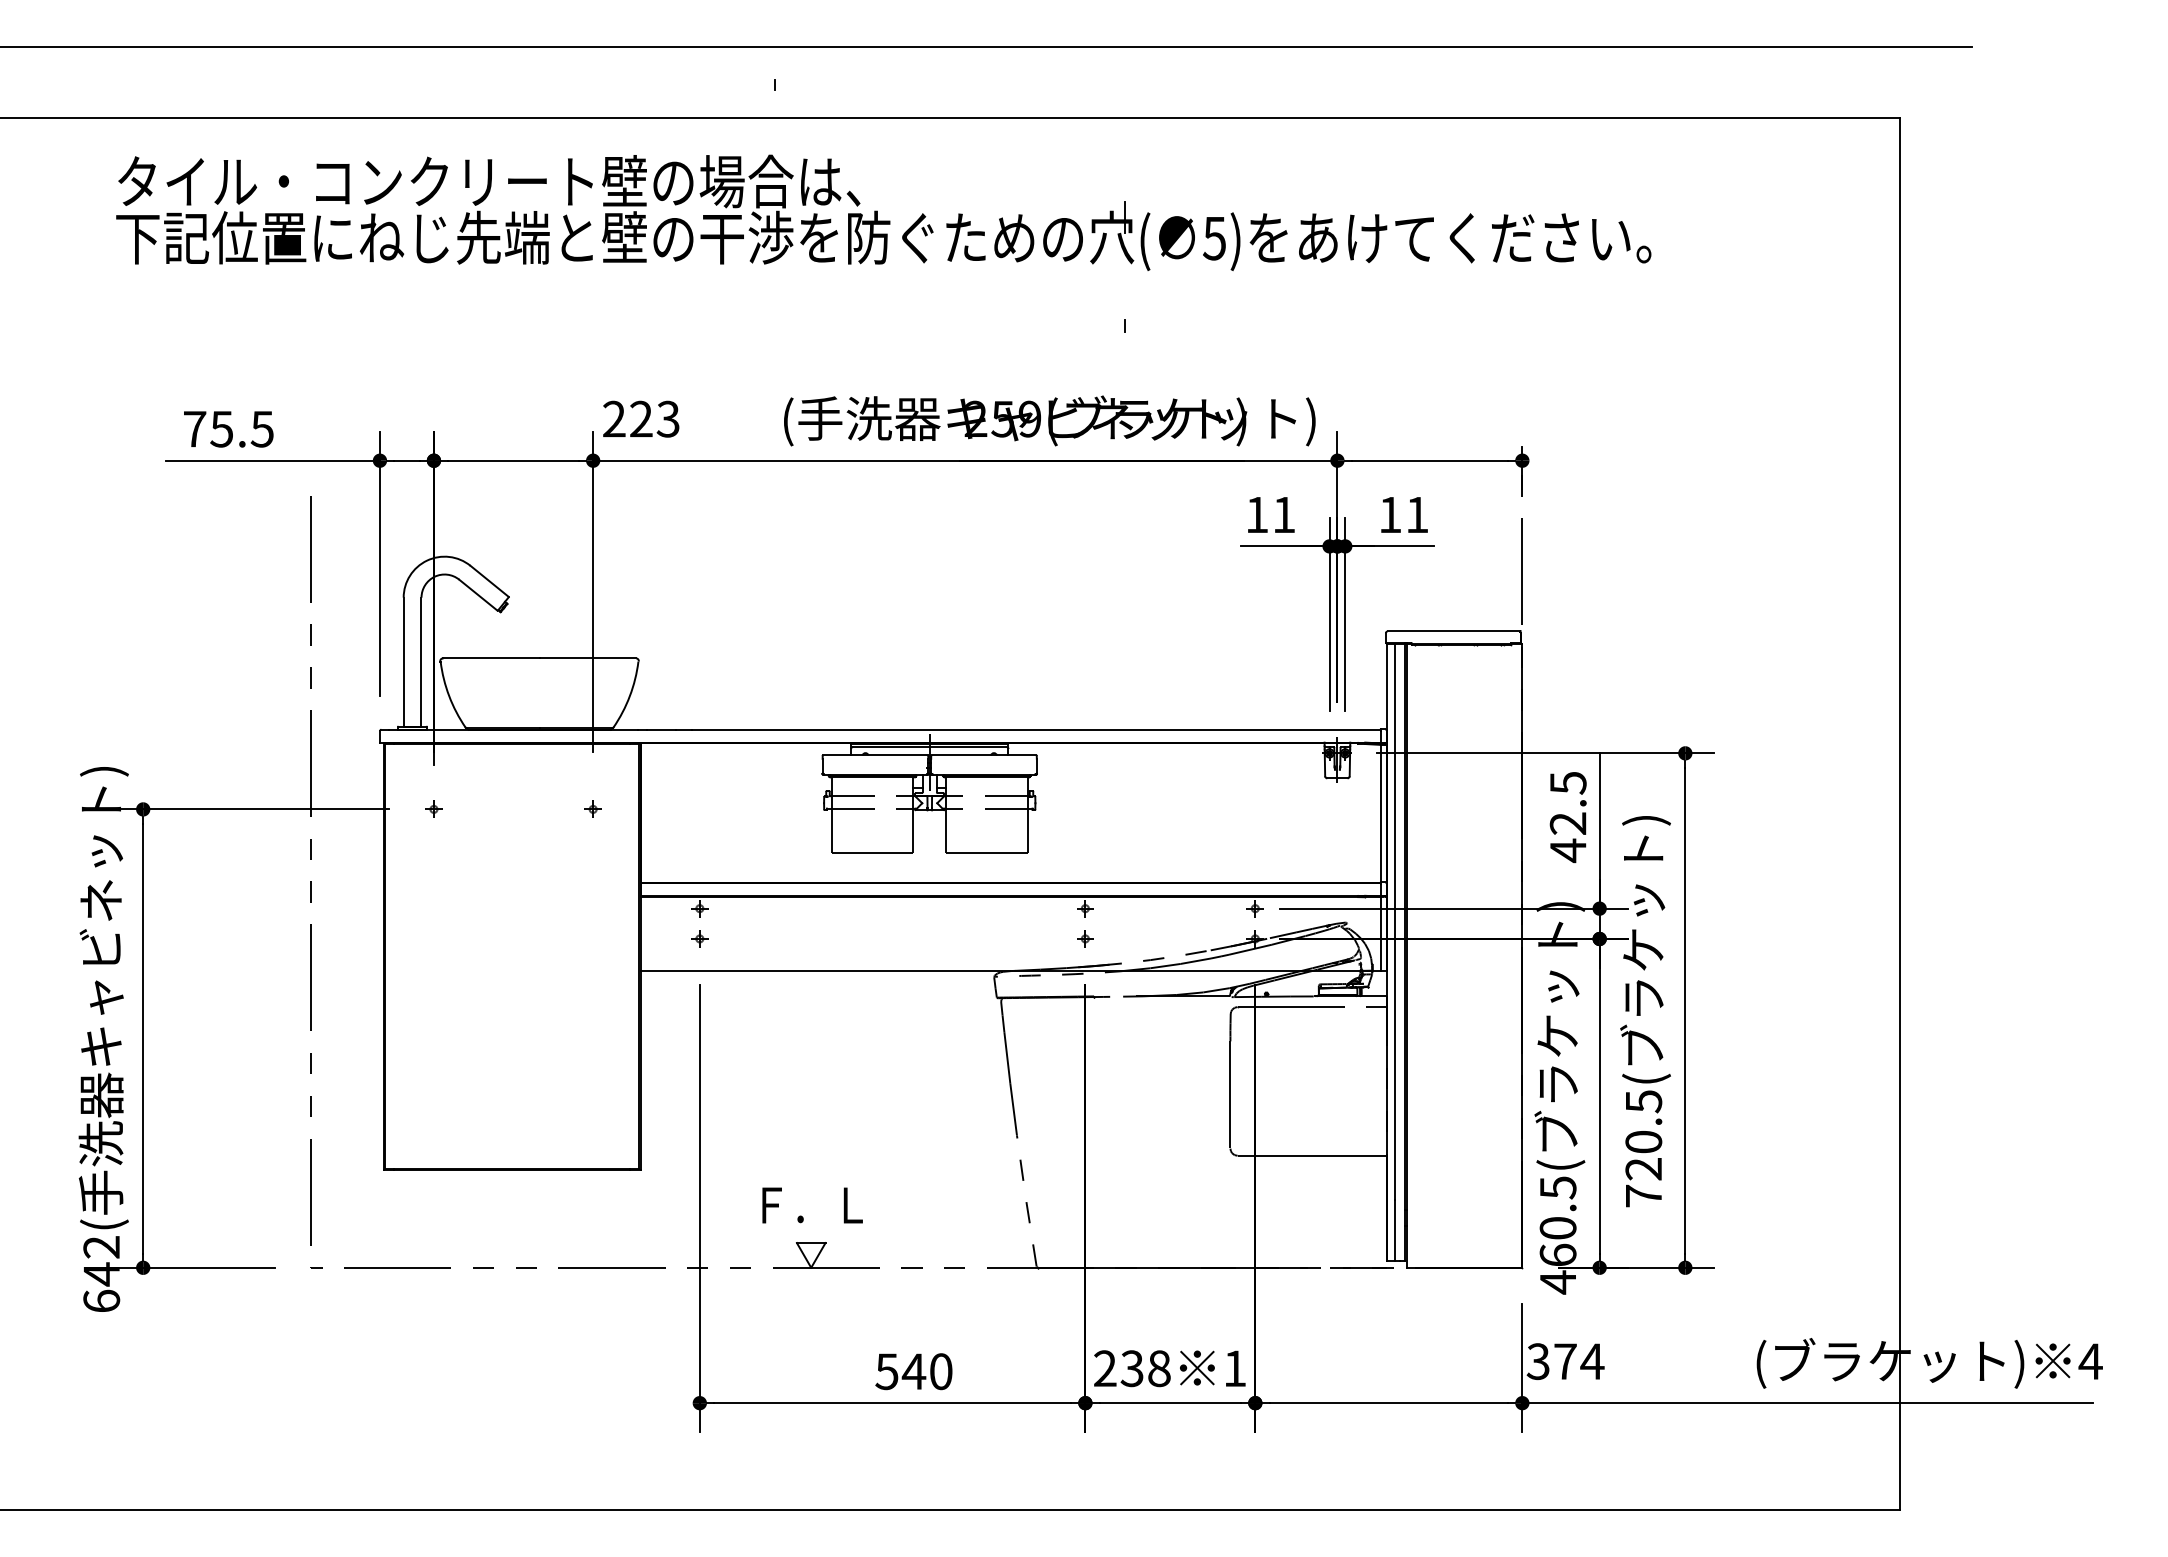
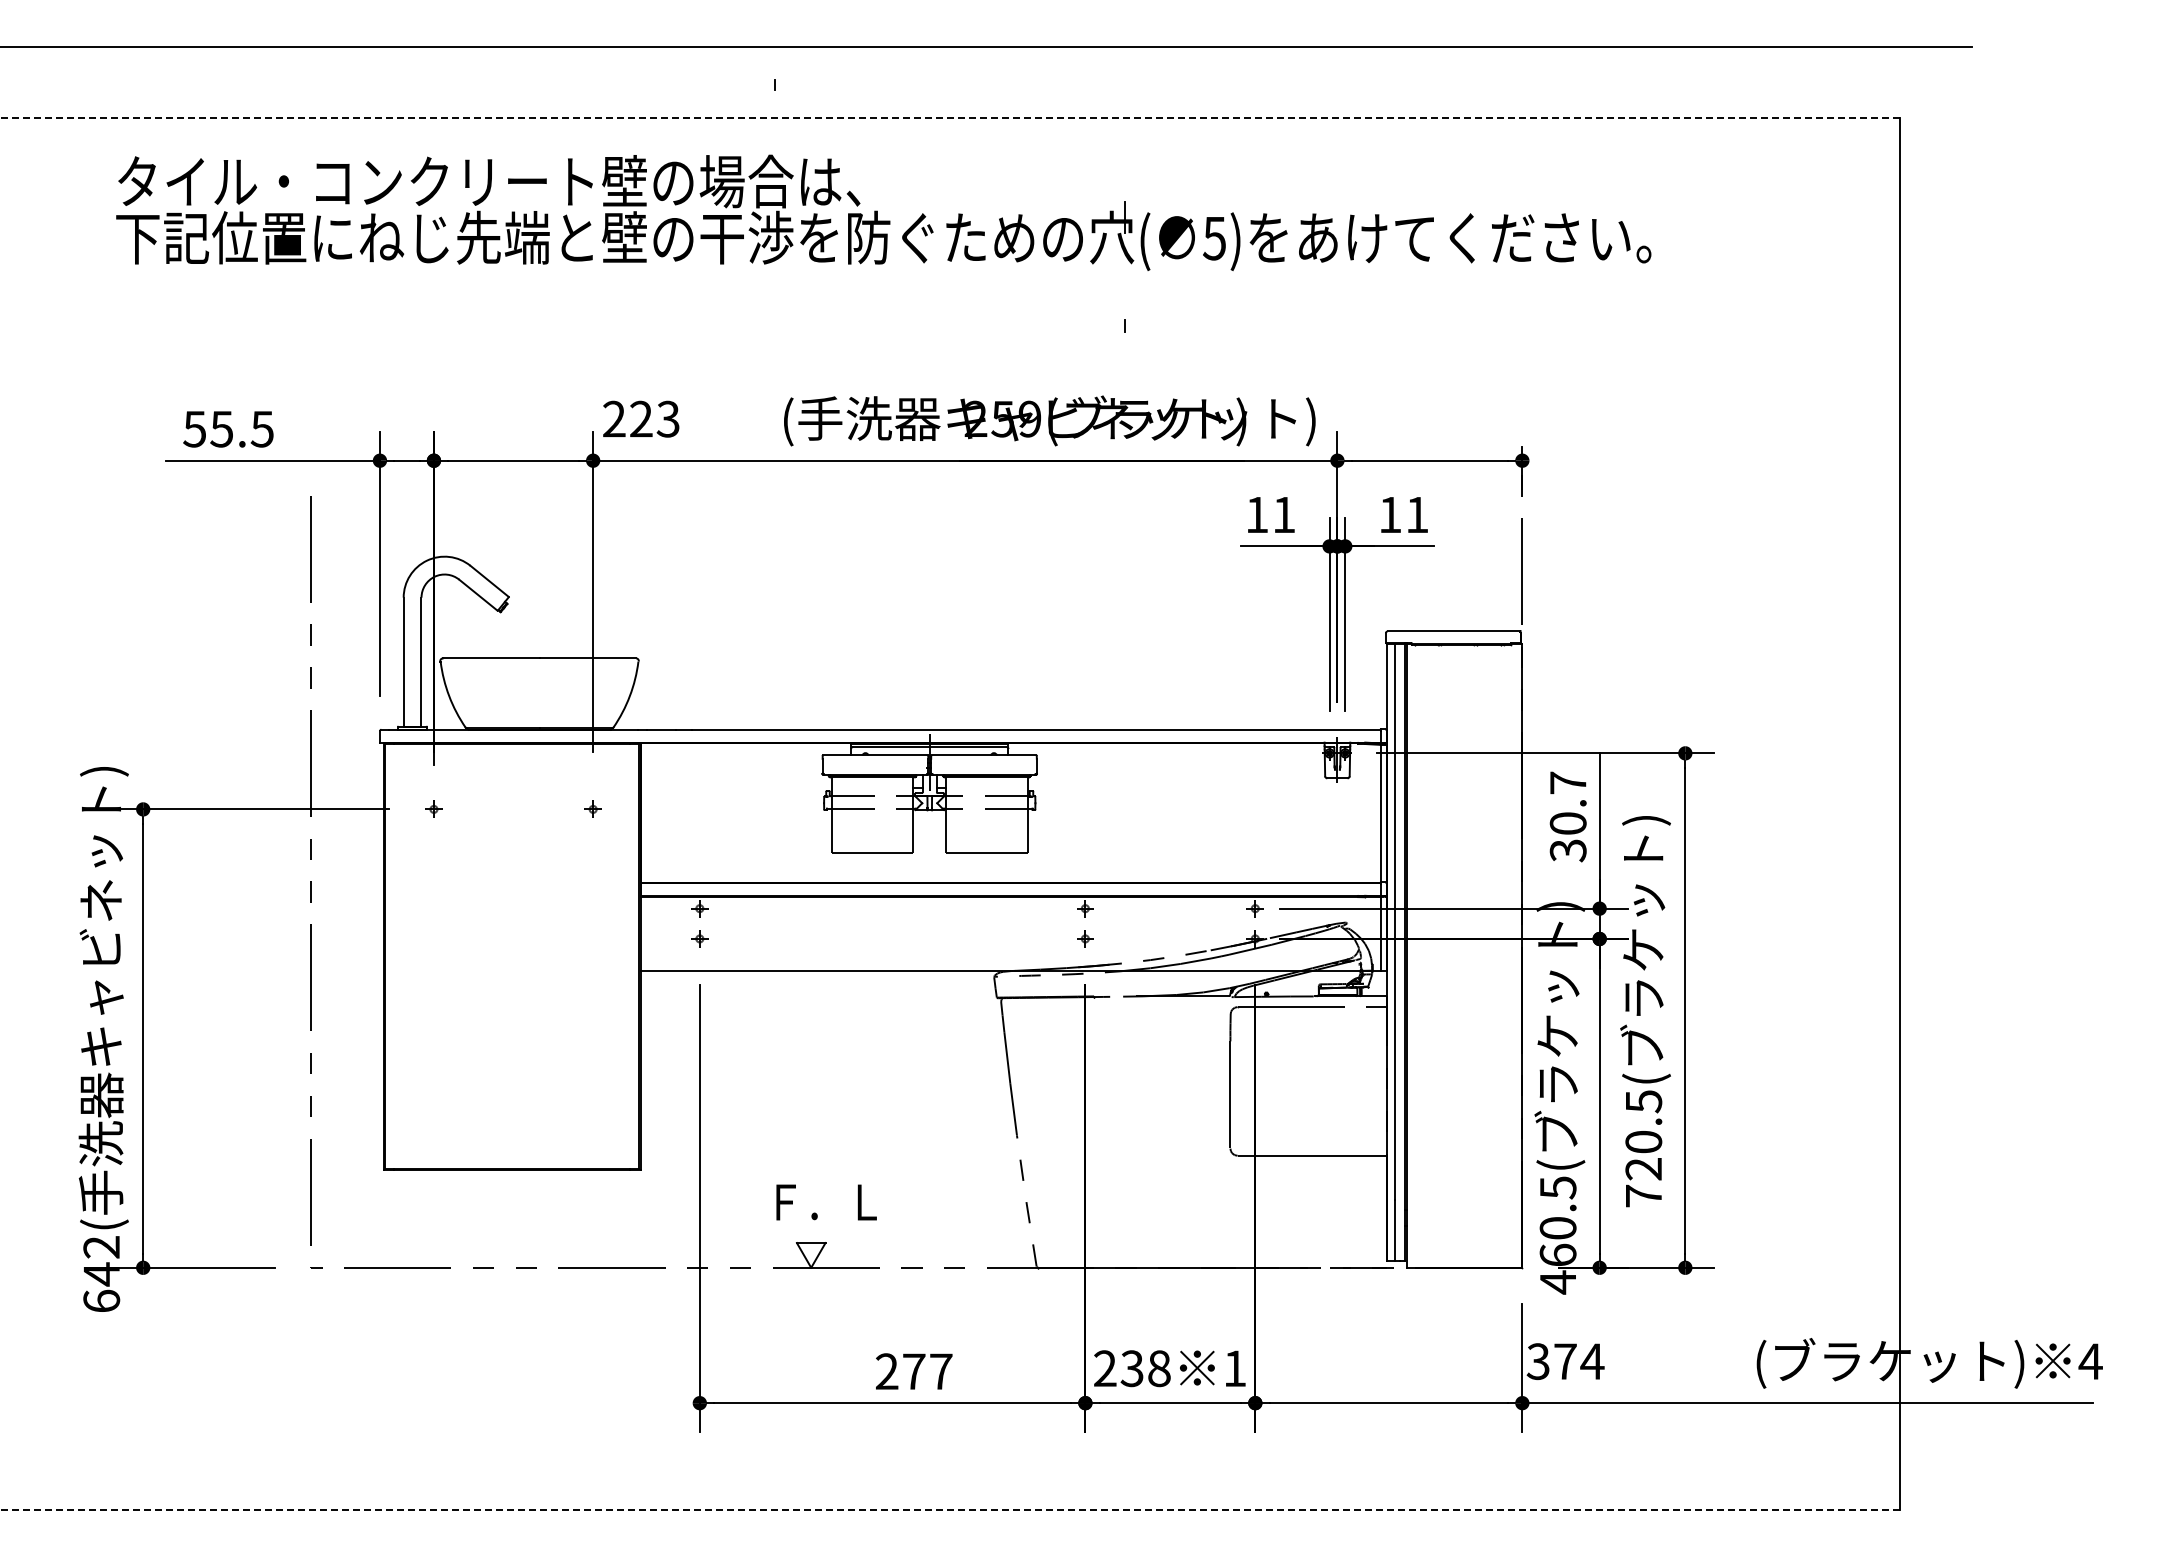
line at (950, 118): solid -> dashed
text at (194, 429): 75.5 -> 55.5
text at (1567, 817): 42.5 -> 30.7
text at (812, 1205) position: (812, 1205) -> (826, 1202)
text at (913, 1371): 540 -> 277
line at (950, 1510): solid -> dashed
